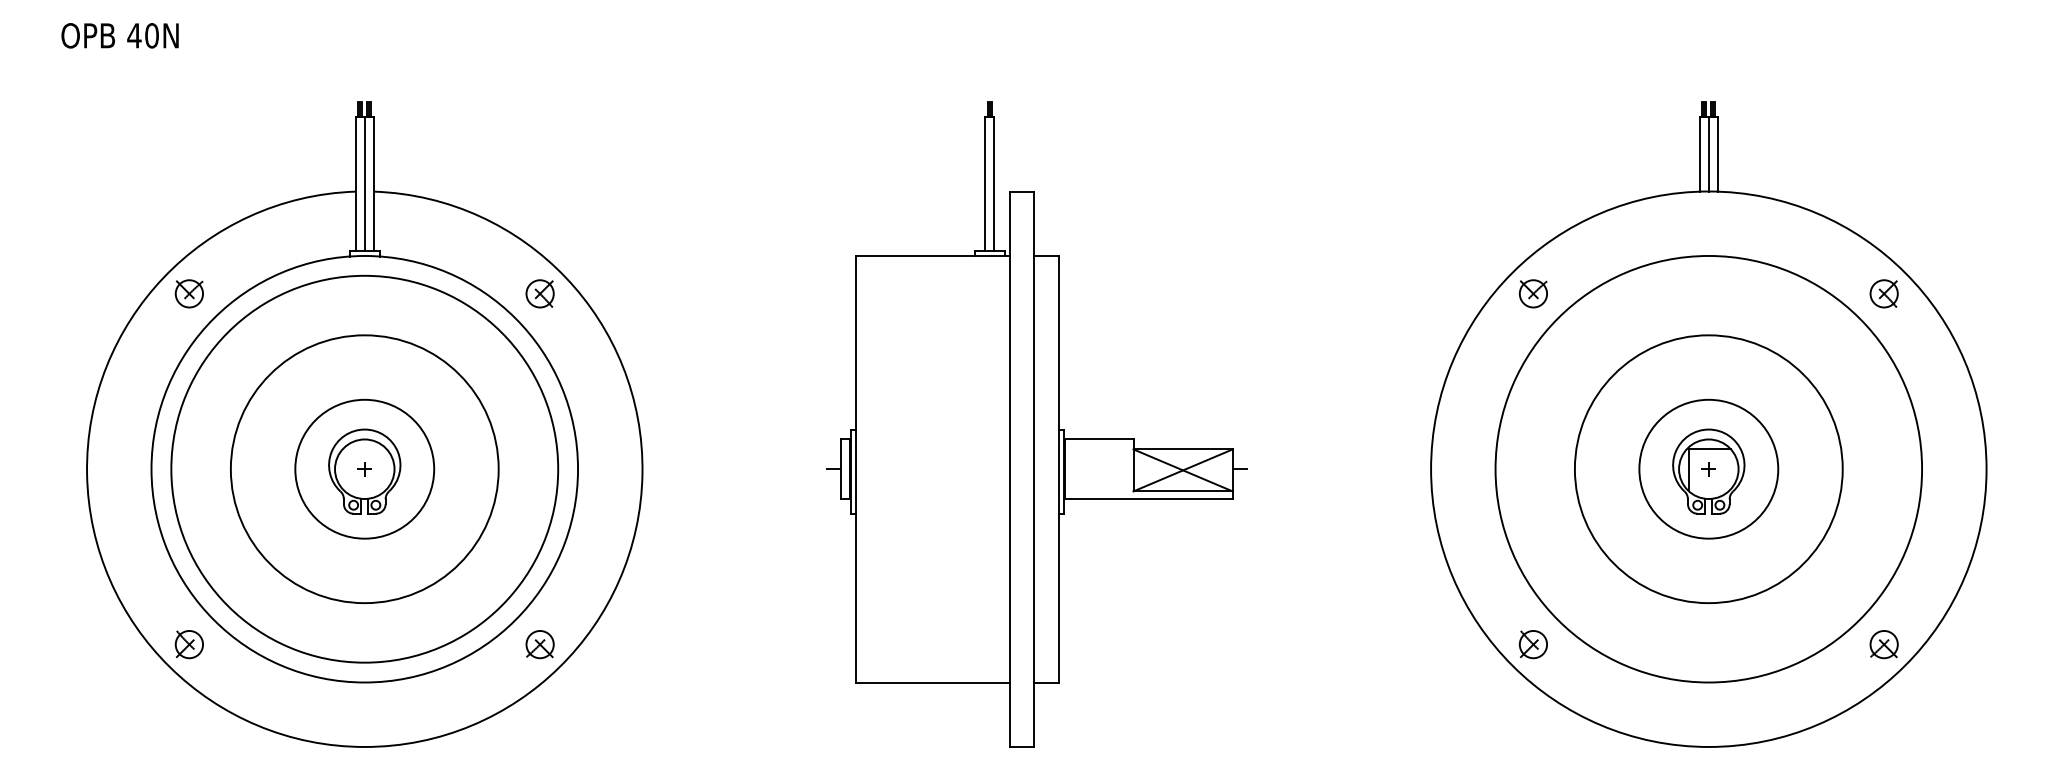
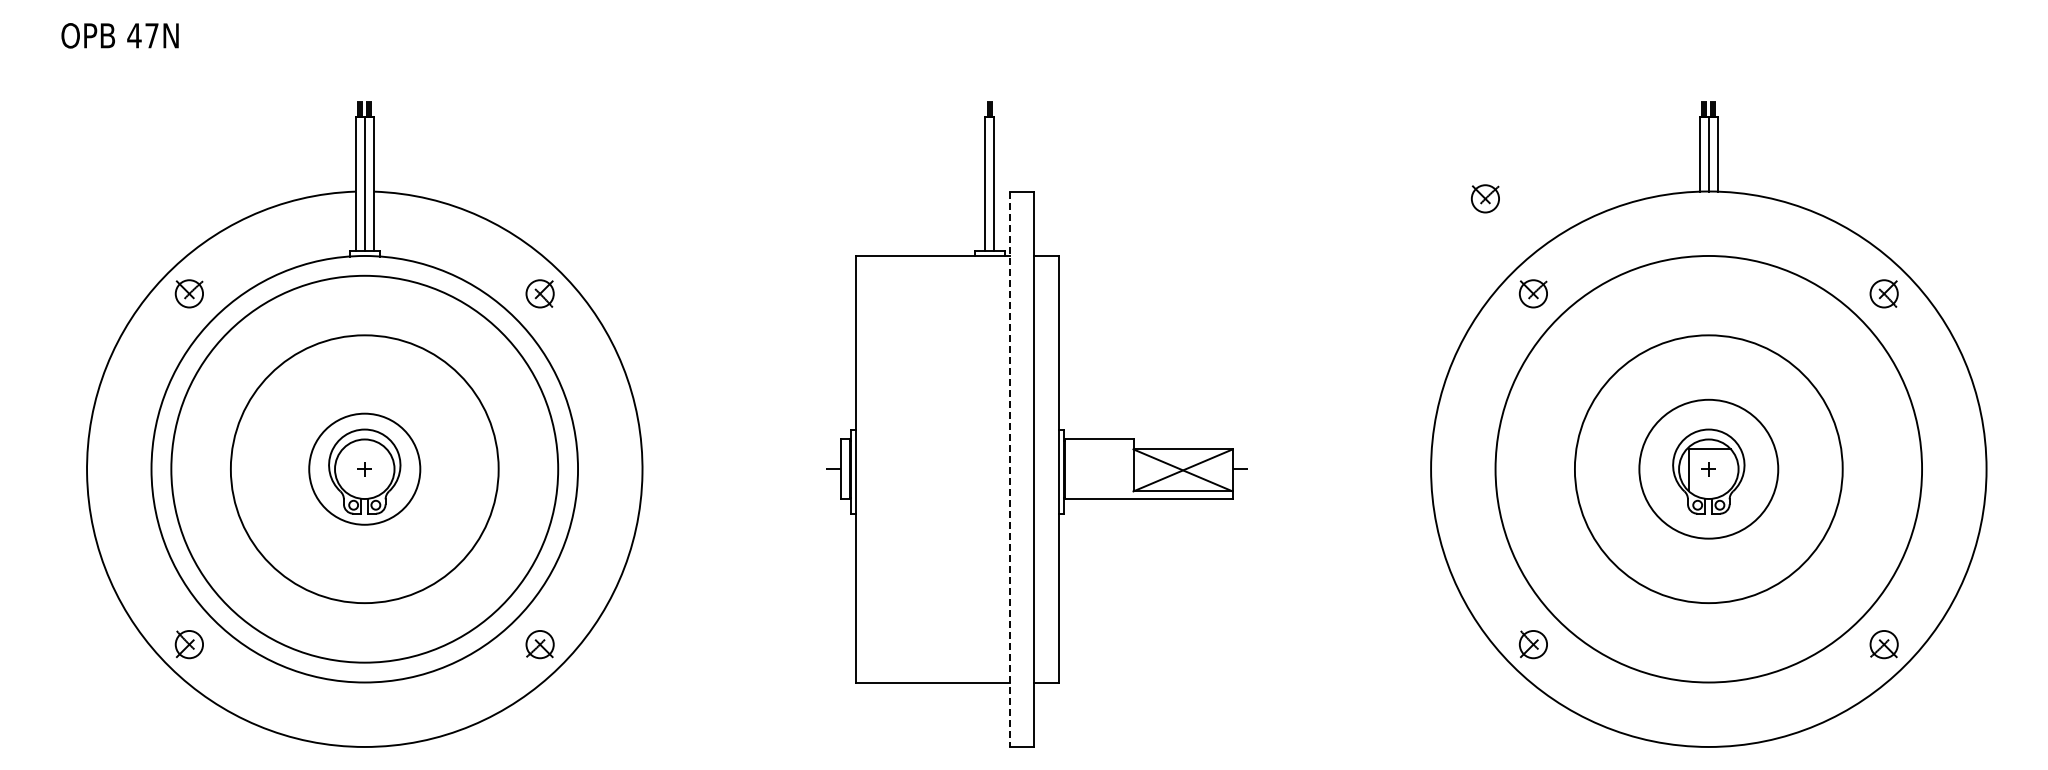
text at (151, 35): 40N -> 47N
part at (1484, 198): none -> present
circle at (364, 468) diameter: 139 px -> 111 px
line at (1009, 469): solid -> dashed
